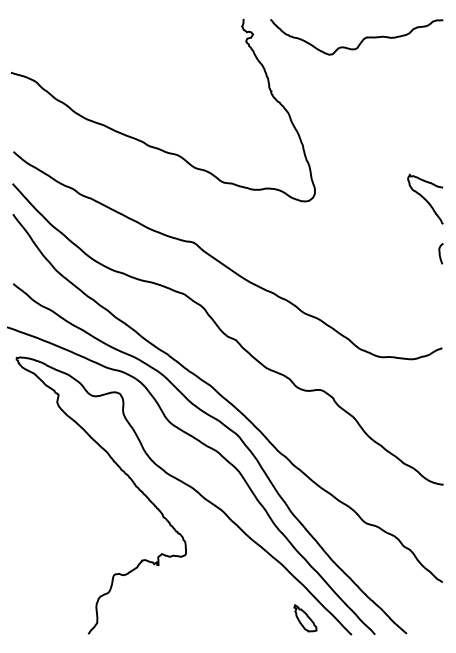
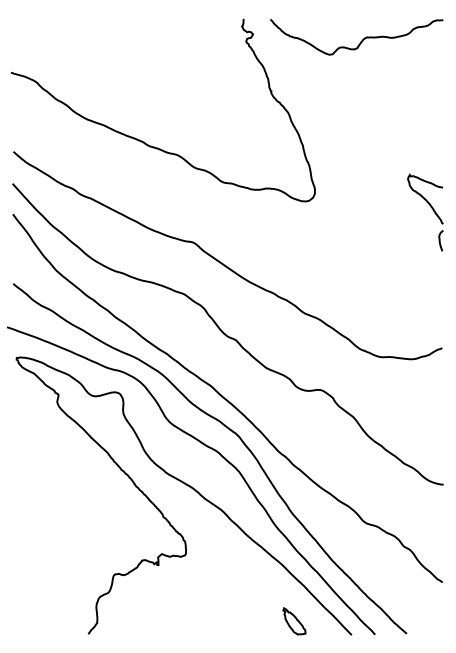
curve at (440, 253) position: (440, 253) -> (440, 240)
part at (305, 618) position: (305, 618) -> (294, 621)
